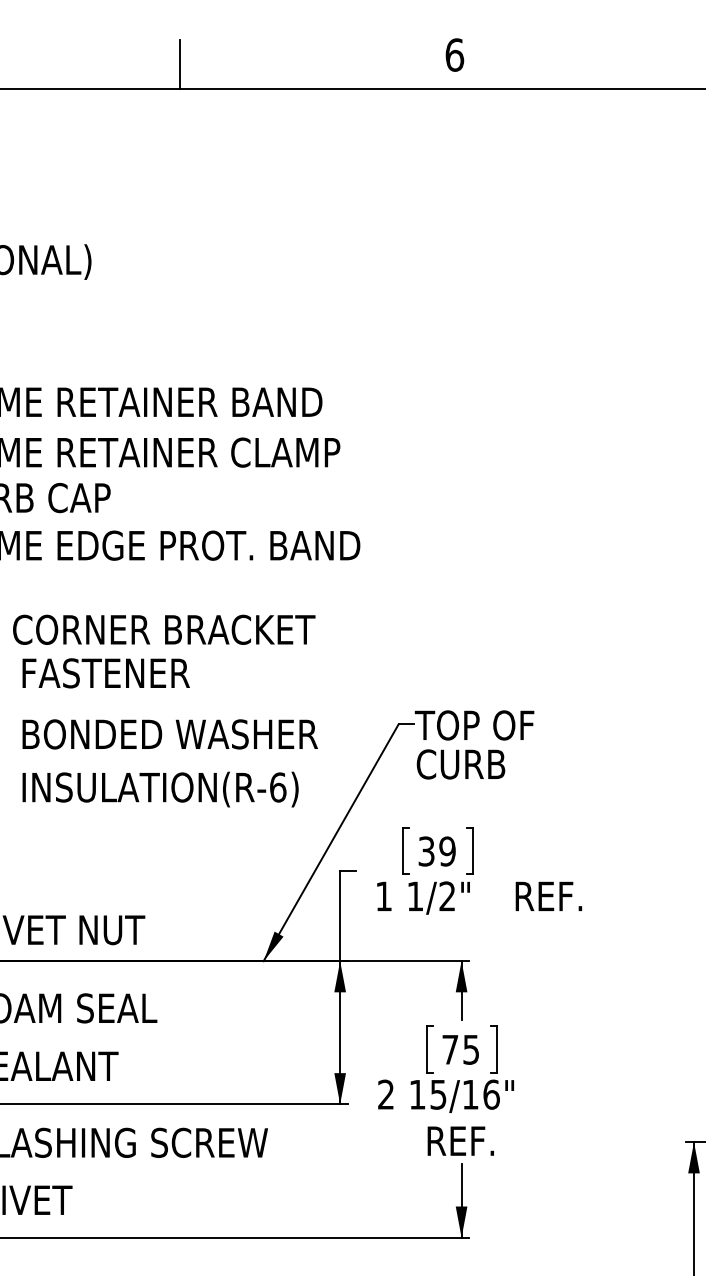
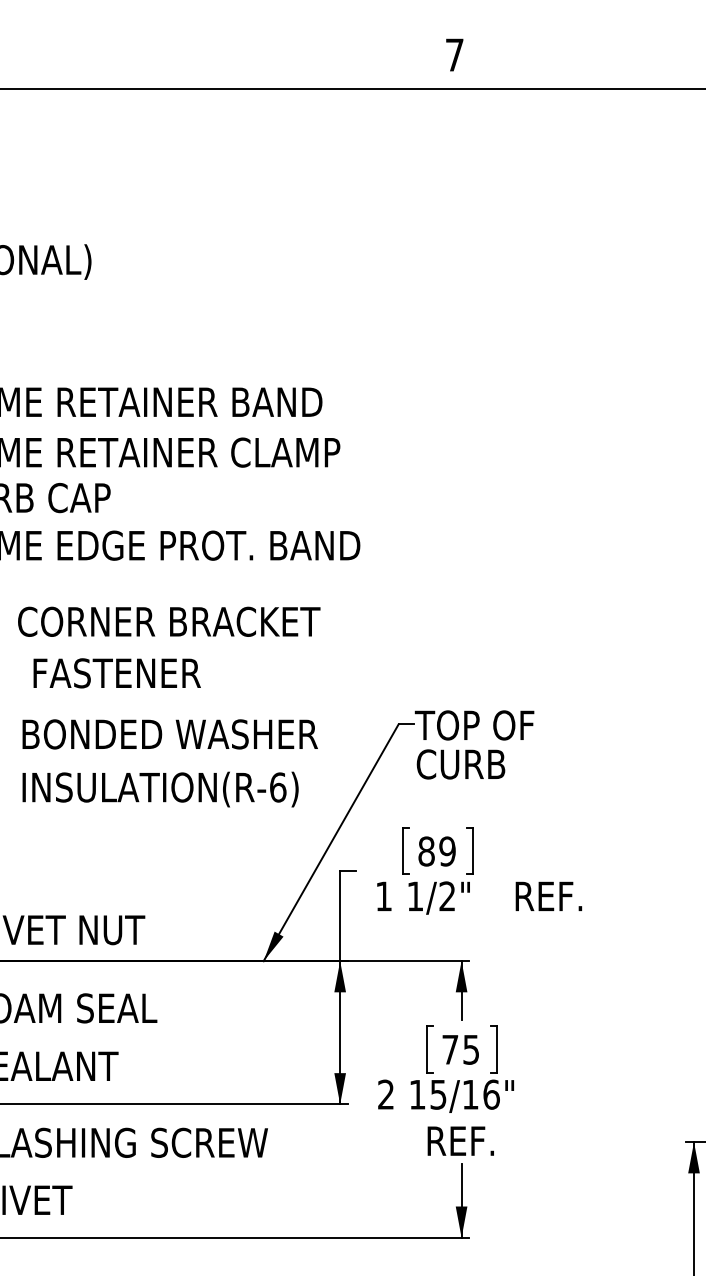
text at (454, 54): 6 -> 7
line at (179, 64): present -> none
text at (164, 629) position: (164, 629) -> (169, 621)
text at (105, 673) position: (105, 673) -> (116, 673)
text at (426, 851): 39 -> 89
